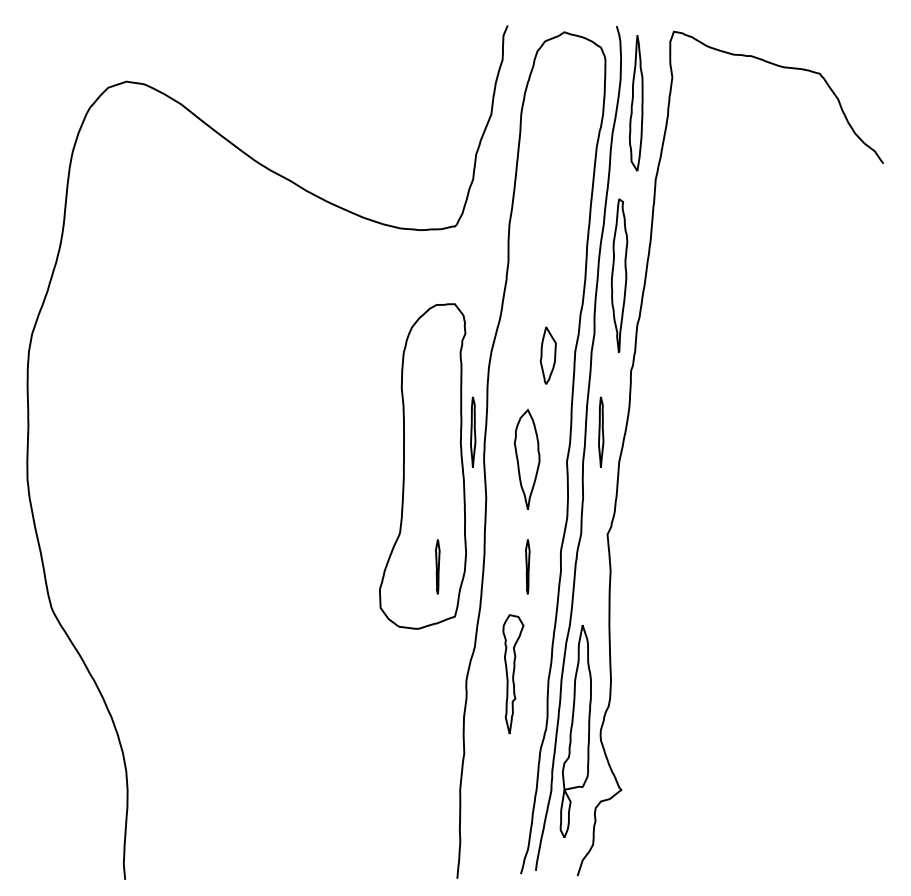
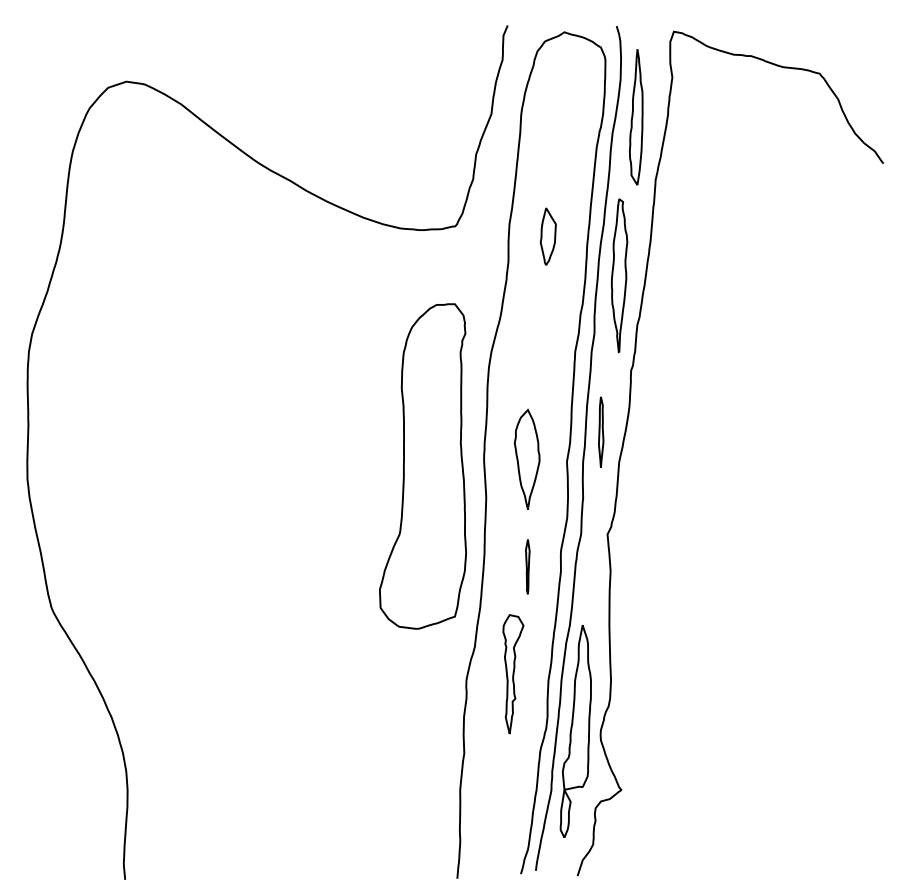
part at (636, 103) position: (636, 103) -> (636, 117)
part at (547, 355) position: (547, 355) -> (547, 236)
part at (473, 431): present -> none
part at (437, 566): present -> none
